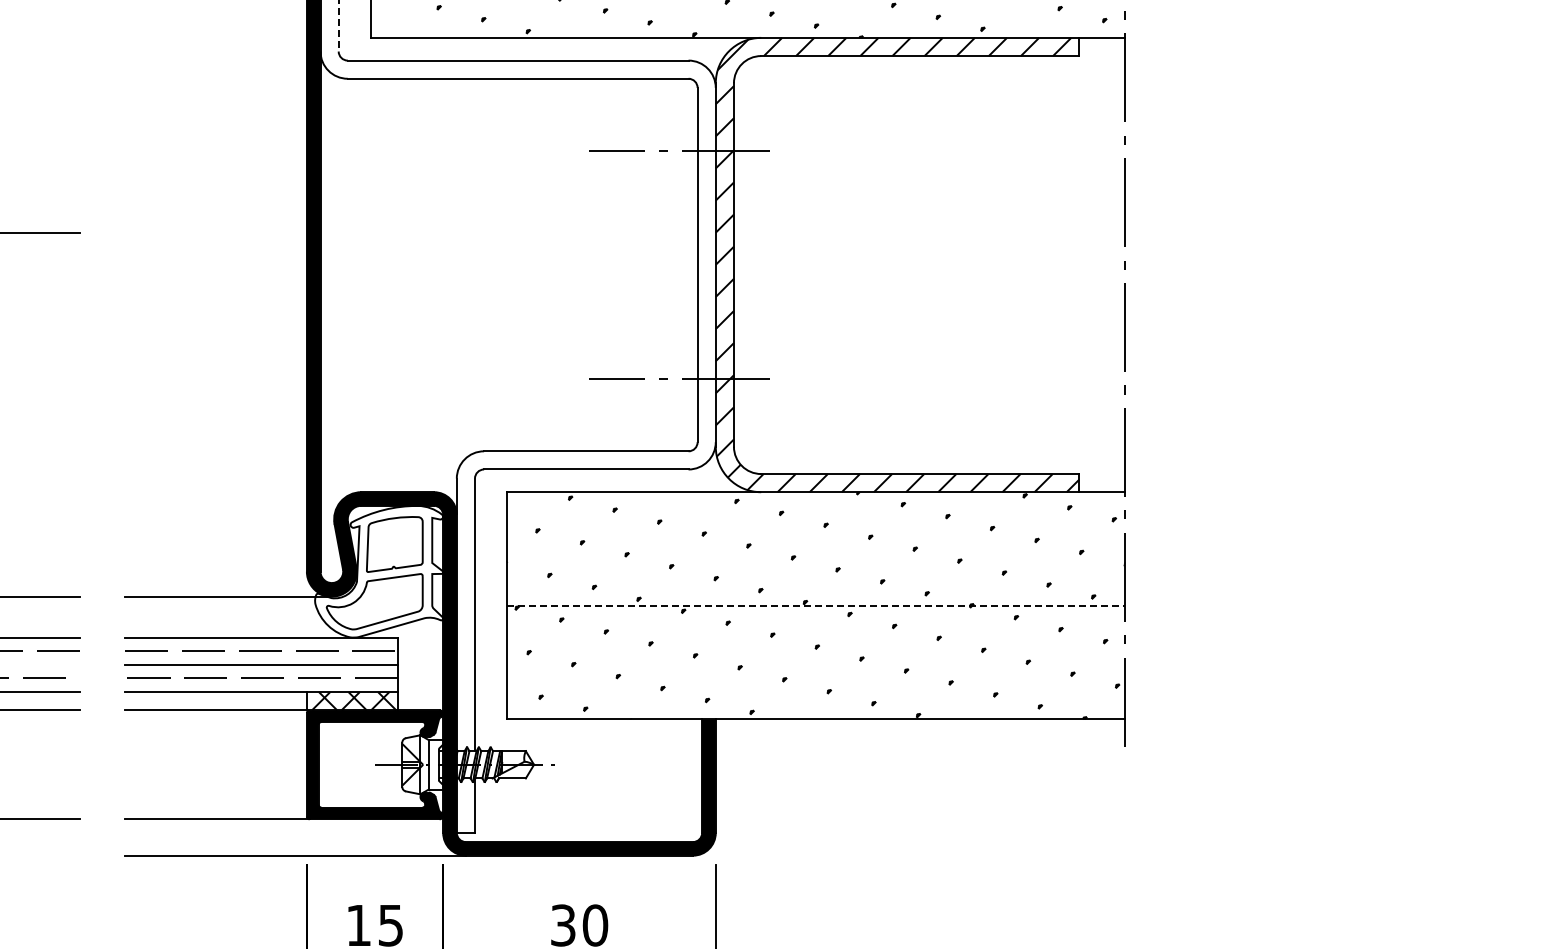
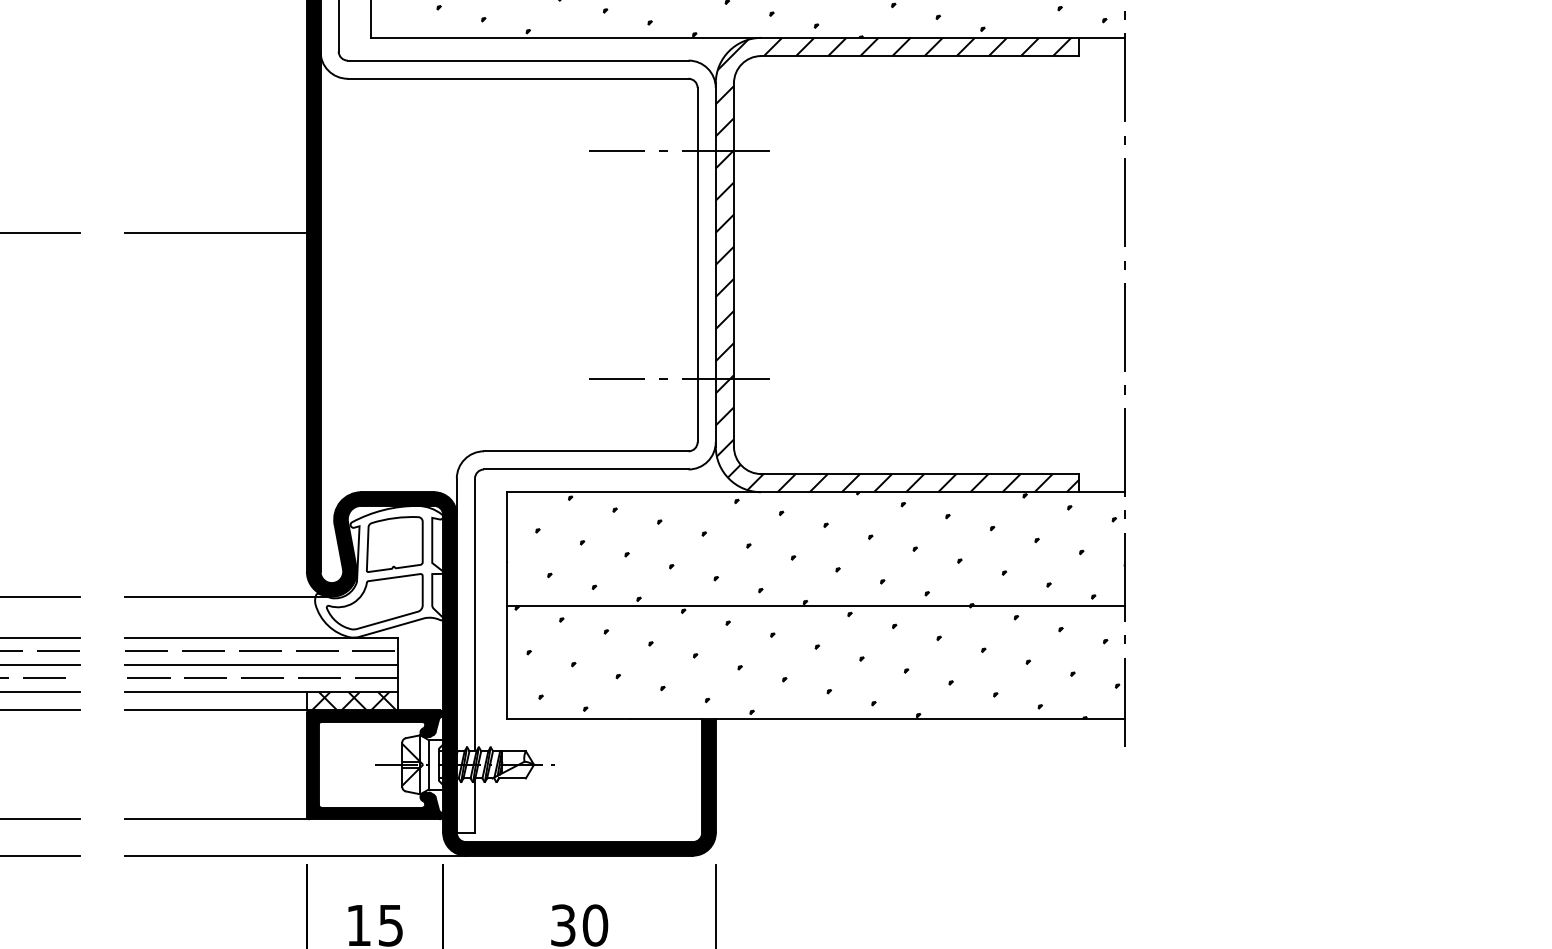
line at (338, 26): dashed -> solid
line at (215, 233): none -> present
line at (815, 605): dashed -> solid
line at (40, 664): none -> present
line at (40, 855): none -> present
